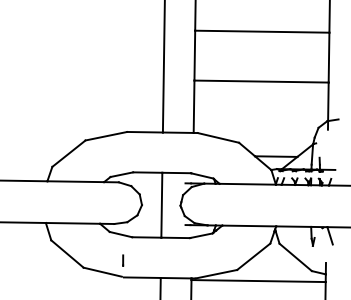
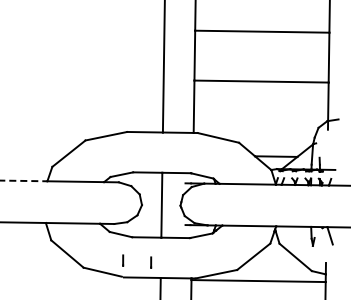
line at (23, 180): solid -> dashed
line at (151, 262): none -> present
